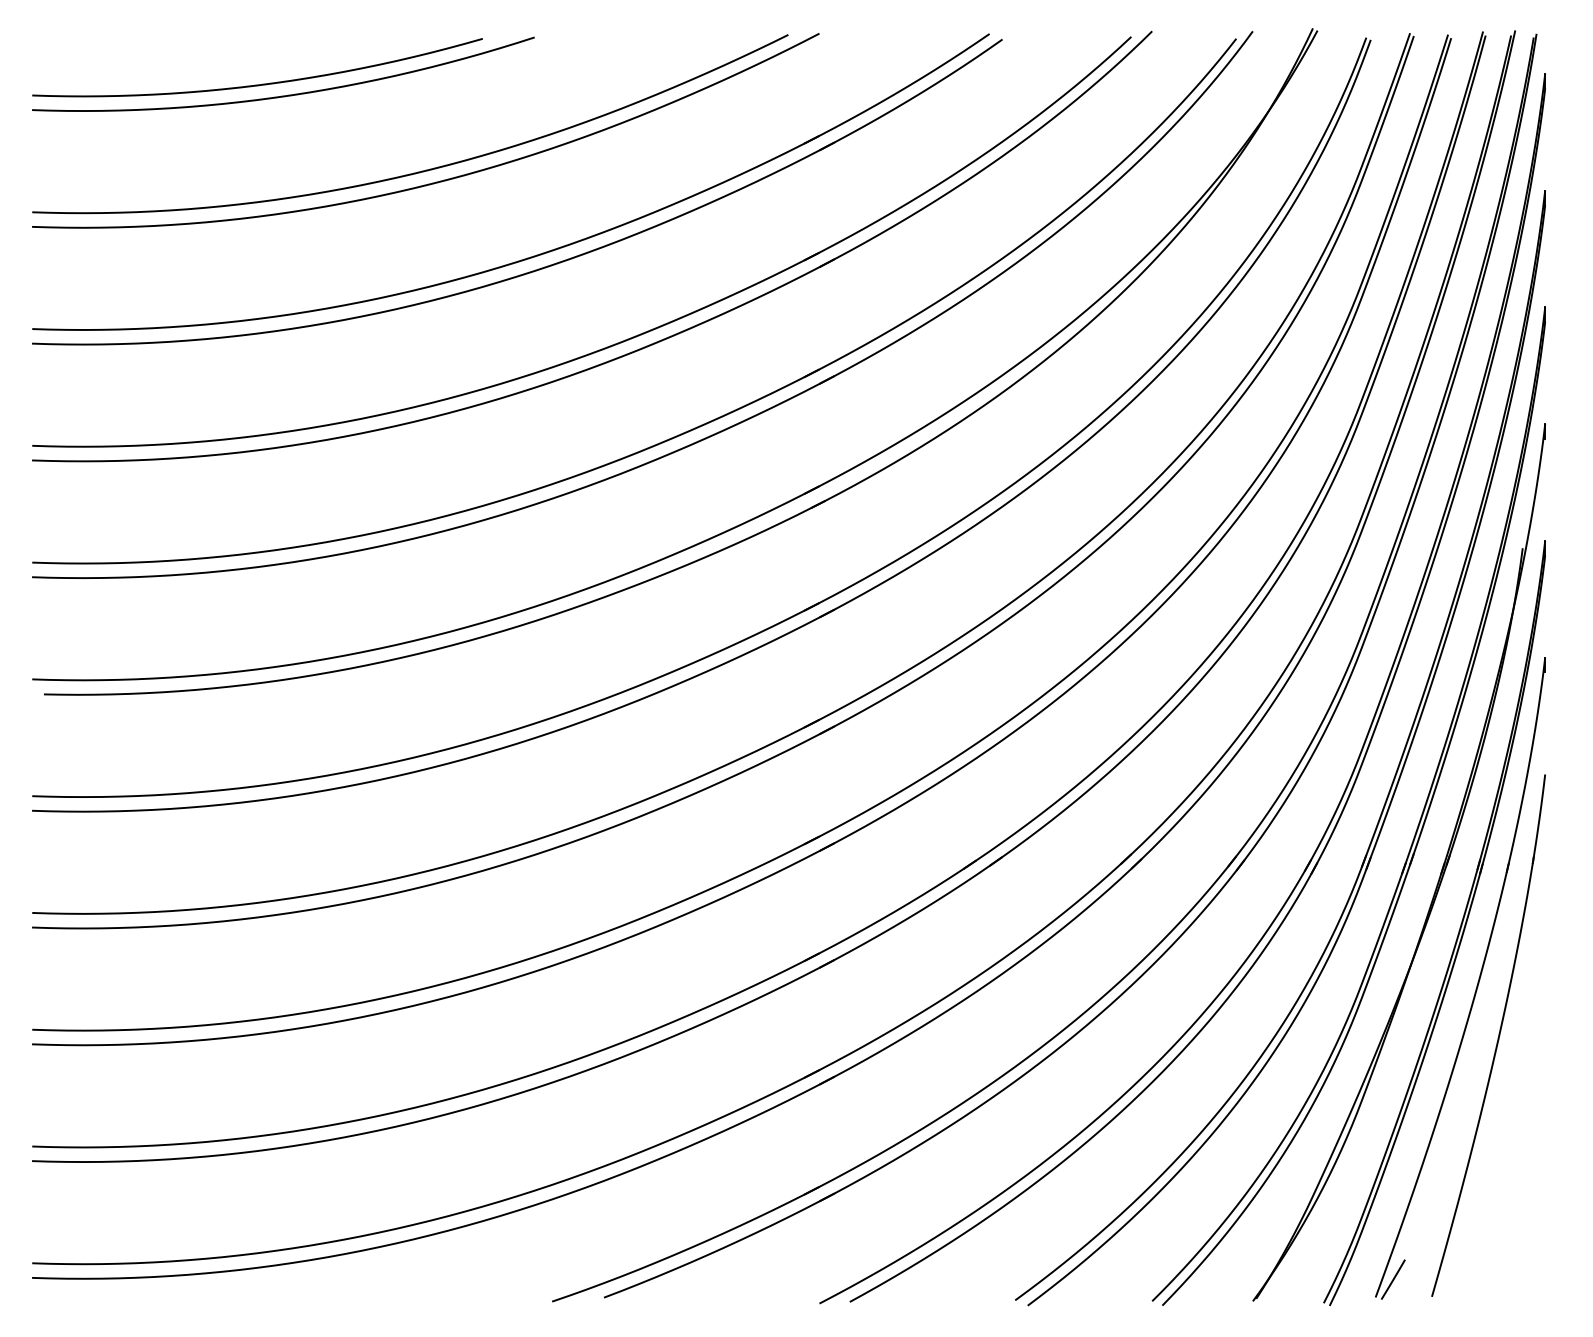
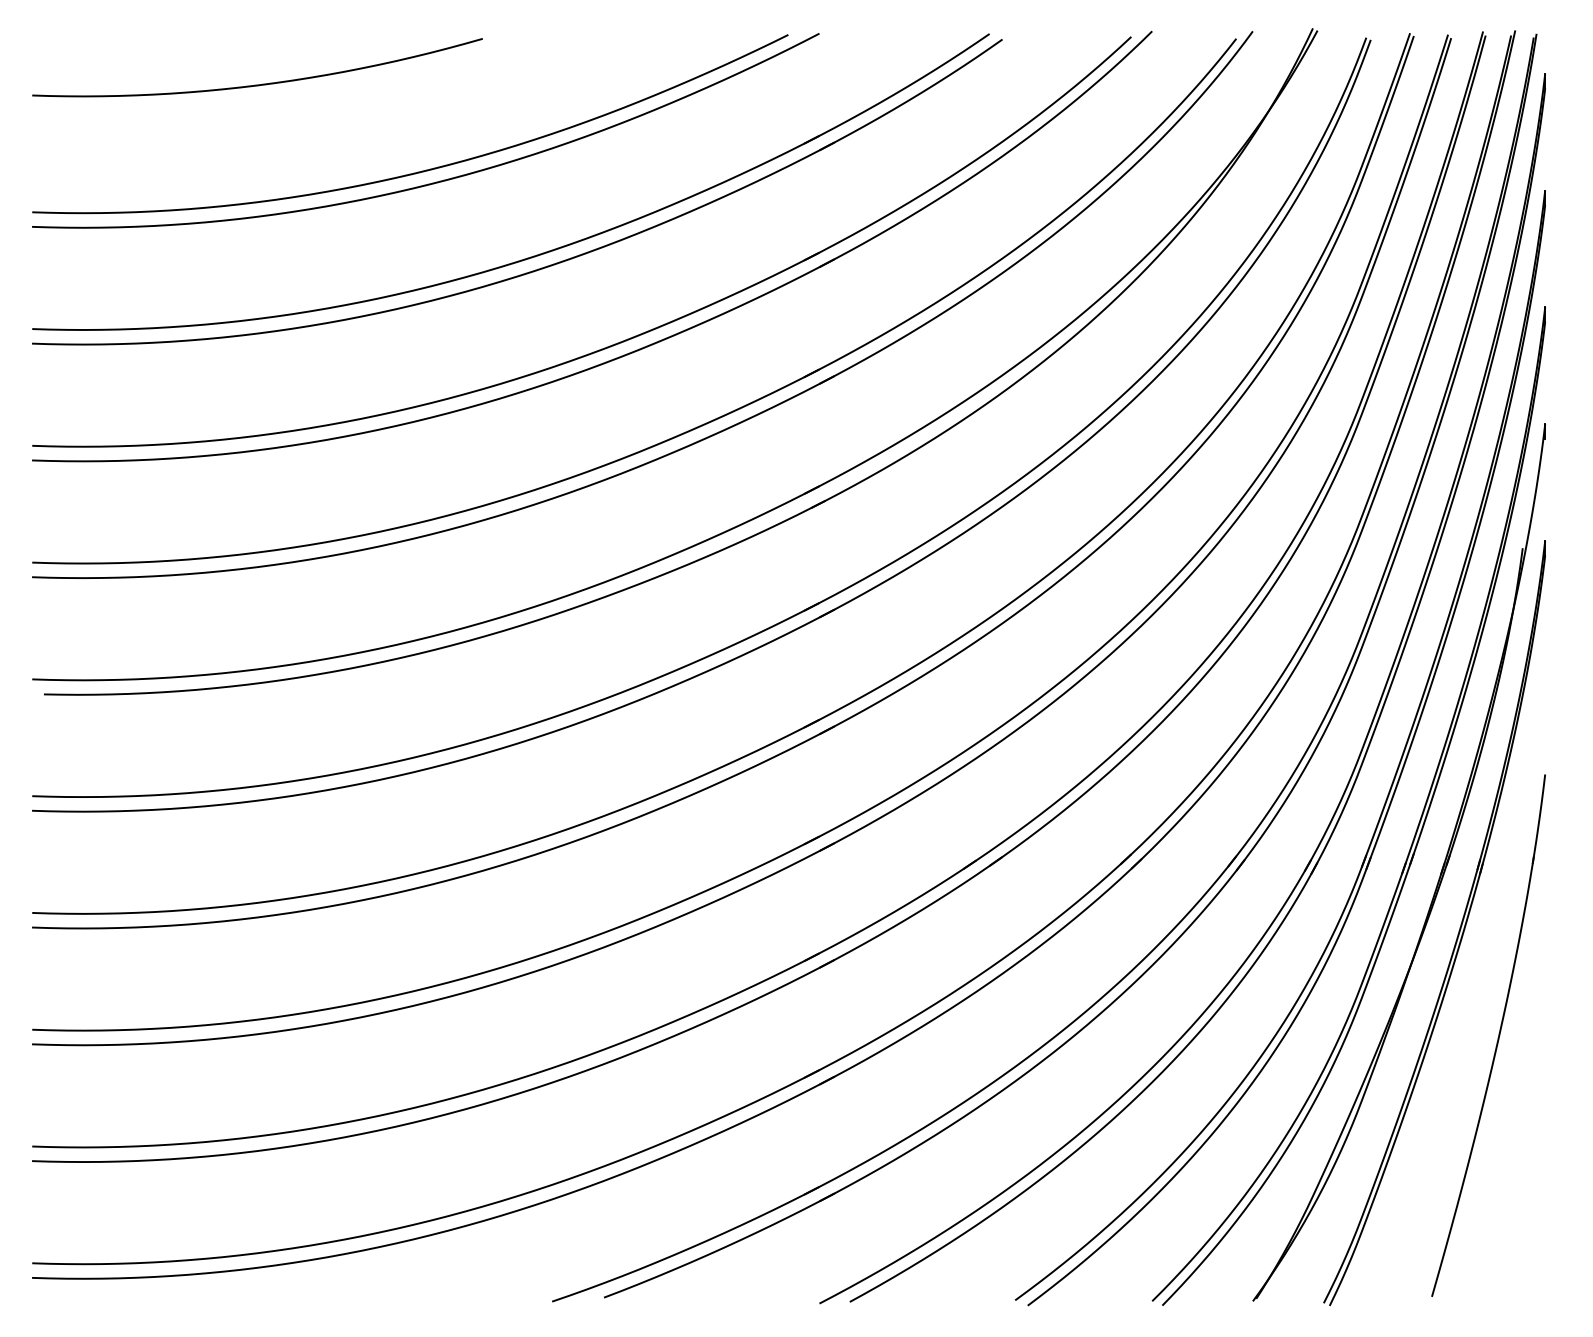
curve at (288, 94): present -> none
part at (1477, 981): present -> none
